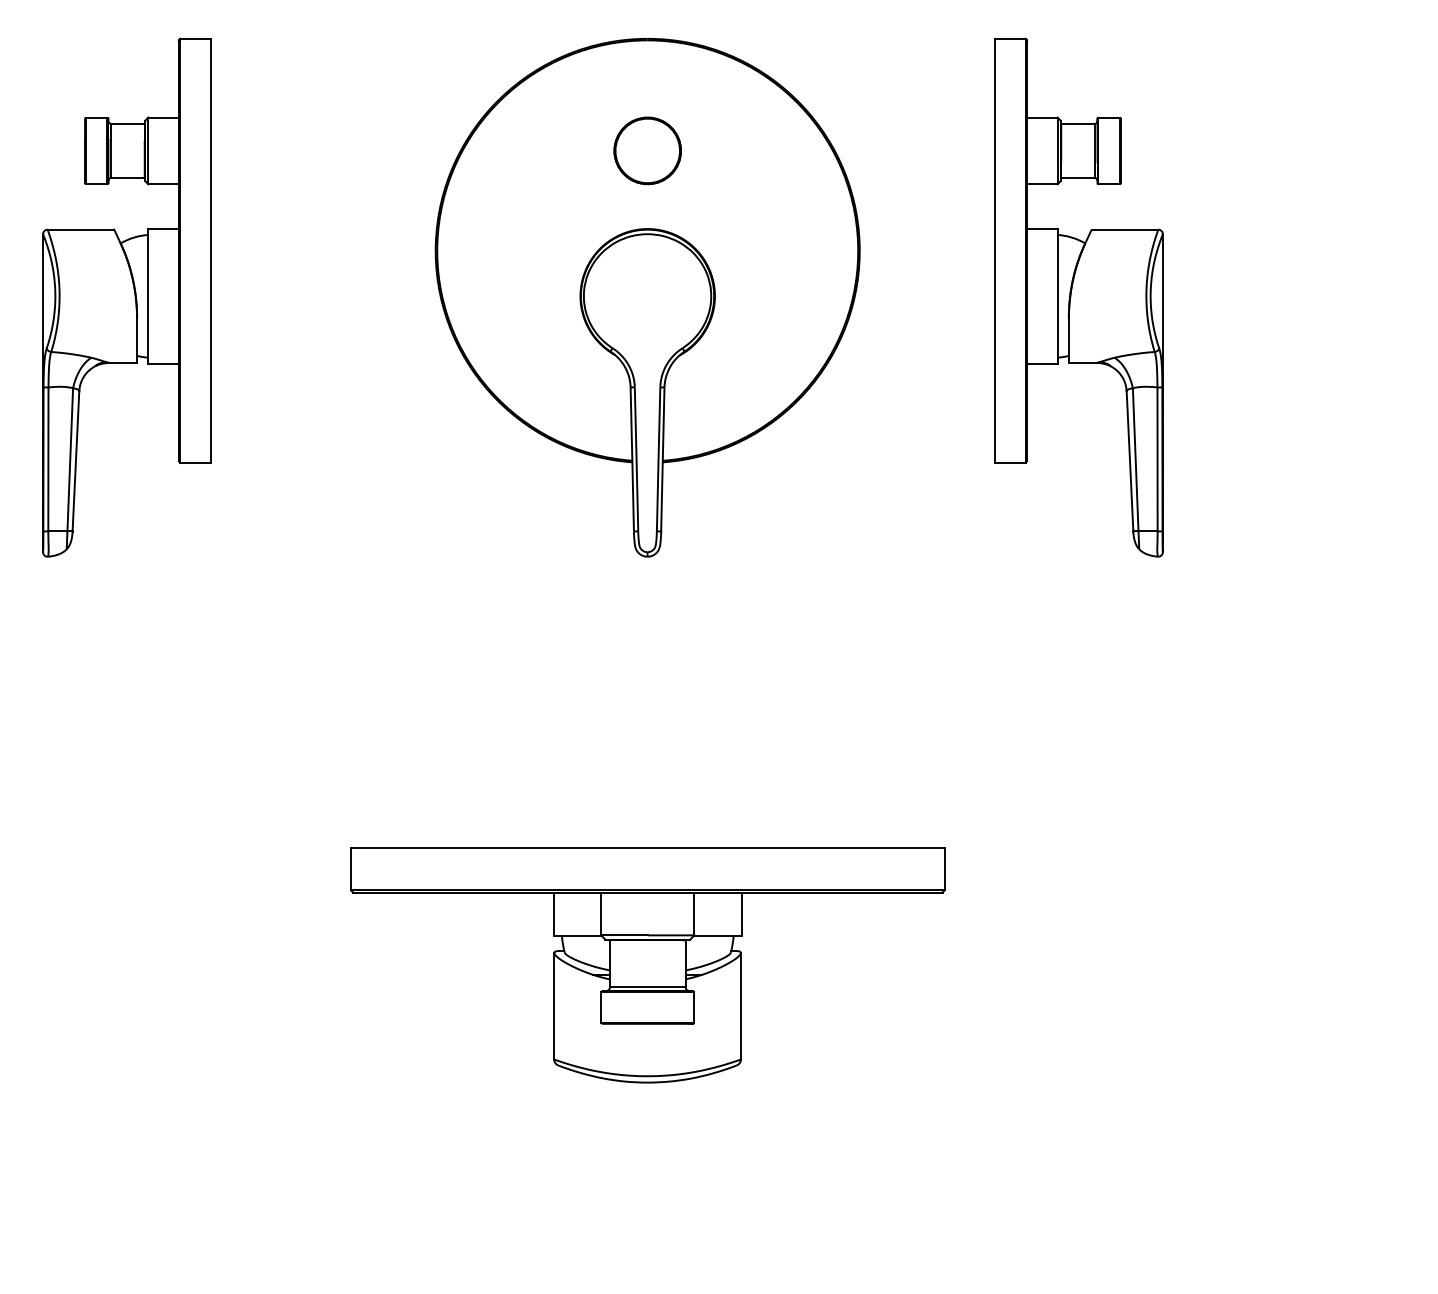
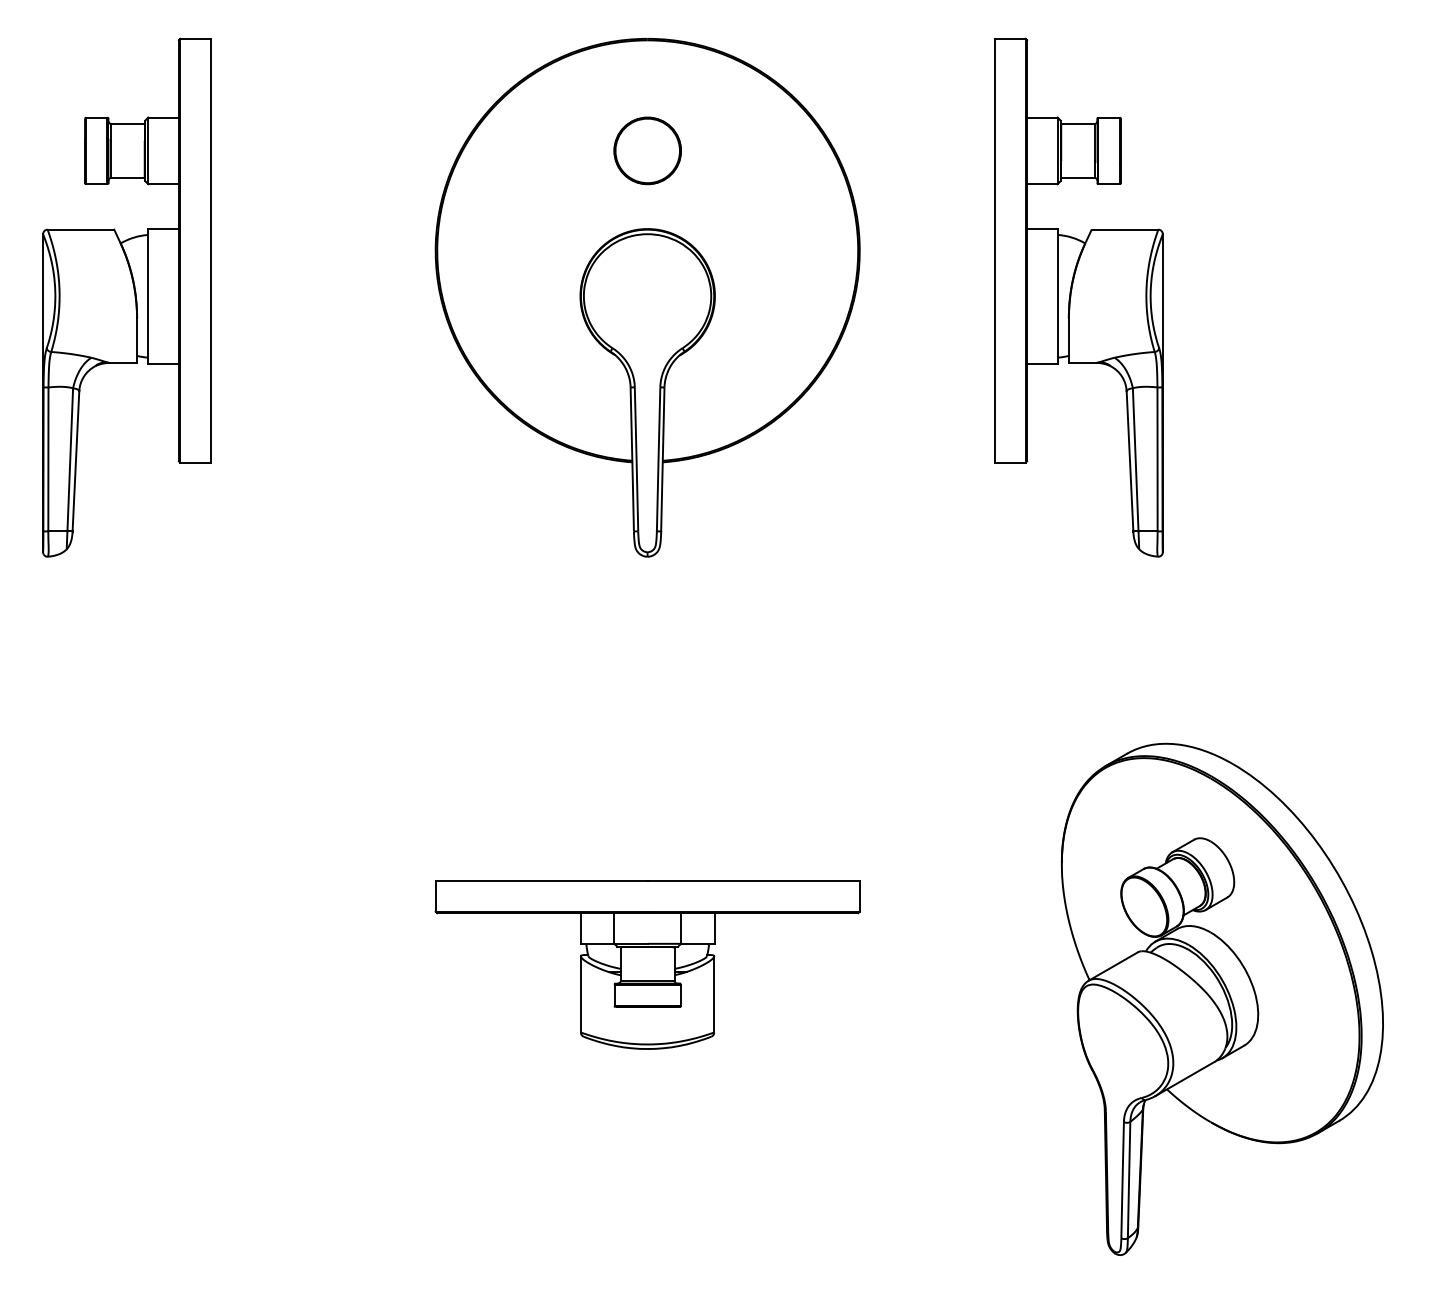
part at (647, 965) size: 596x237 px -> 427x170 px
part at (1221, 998): none -> present
